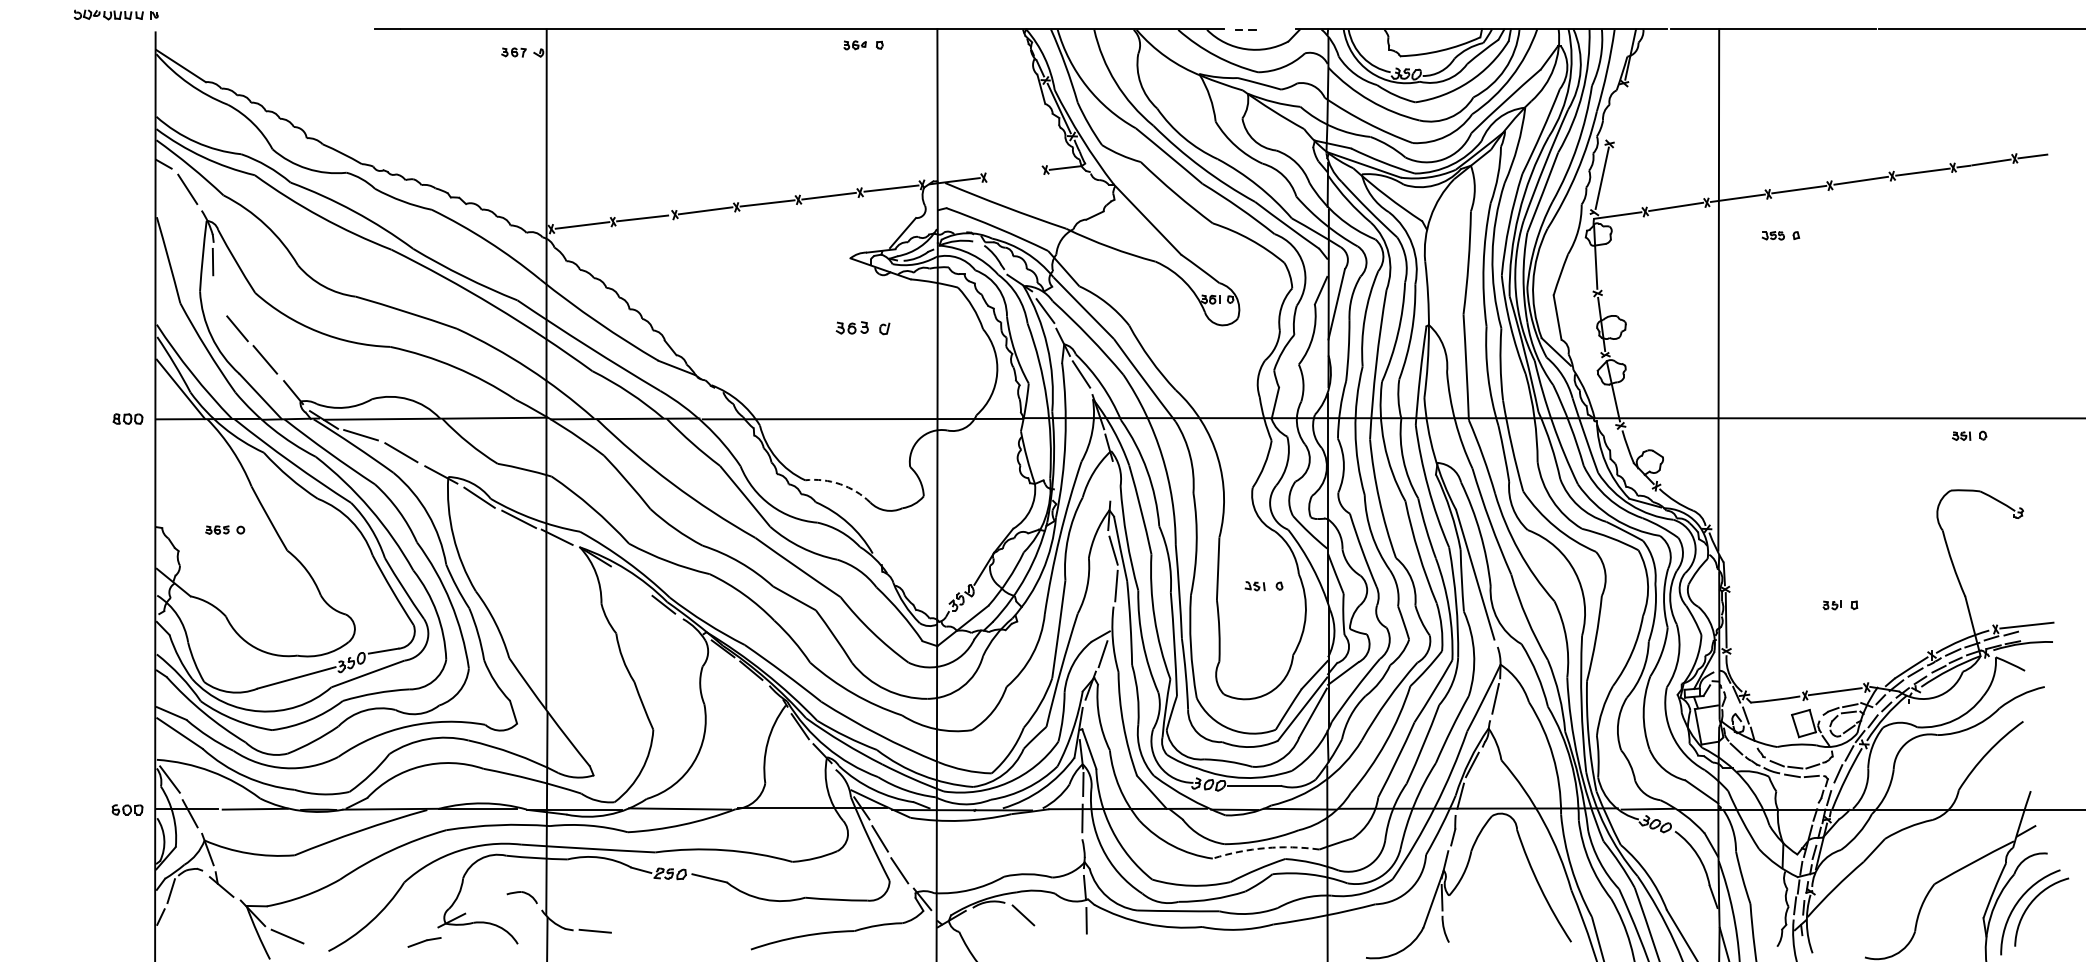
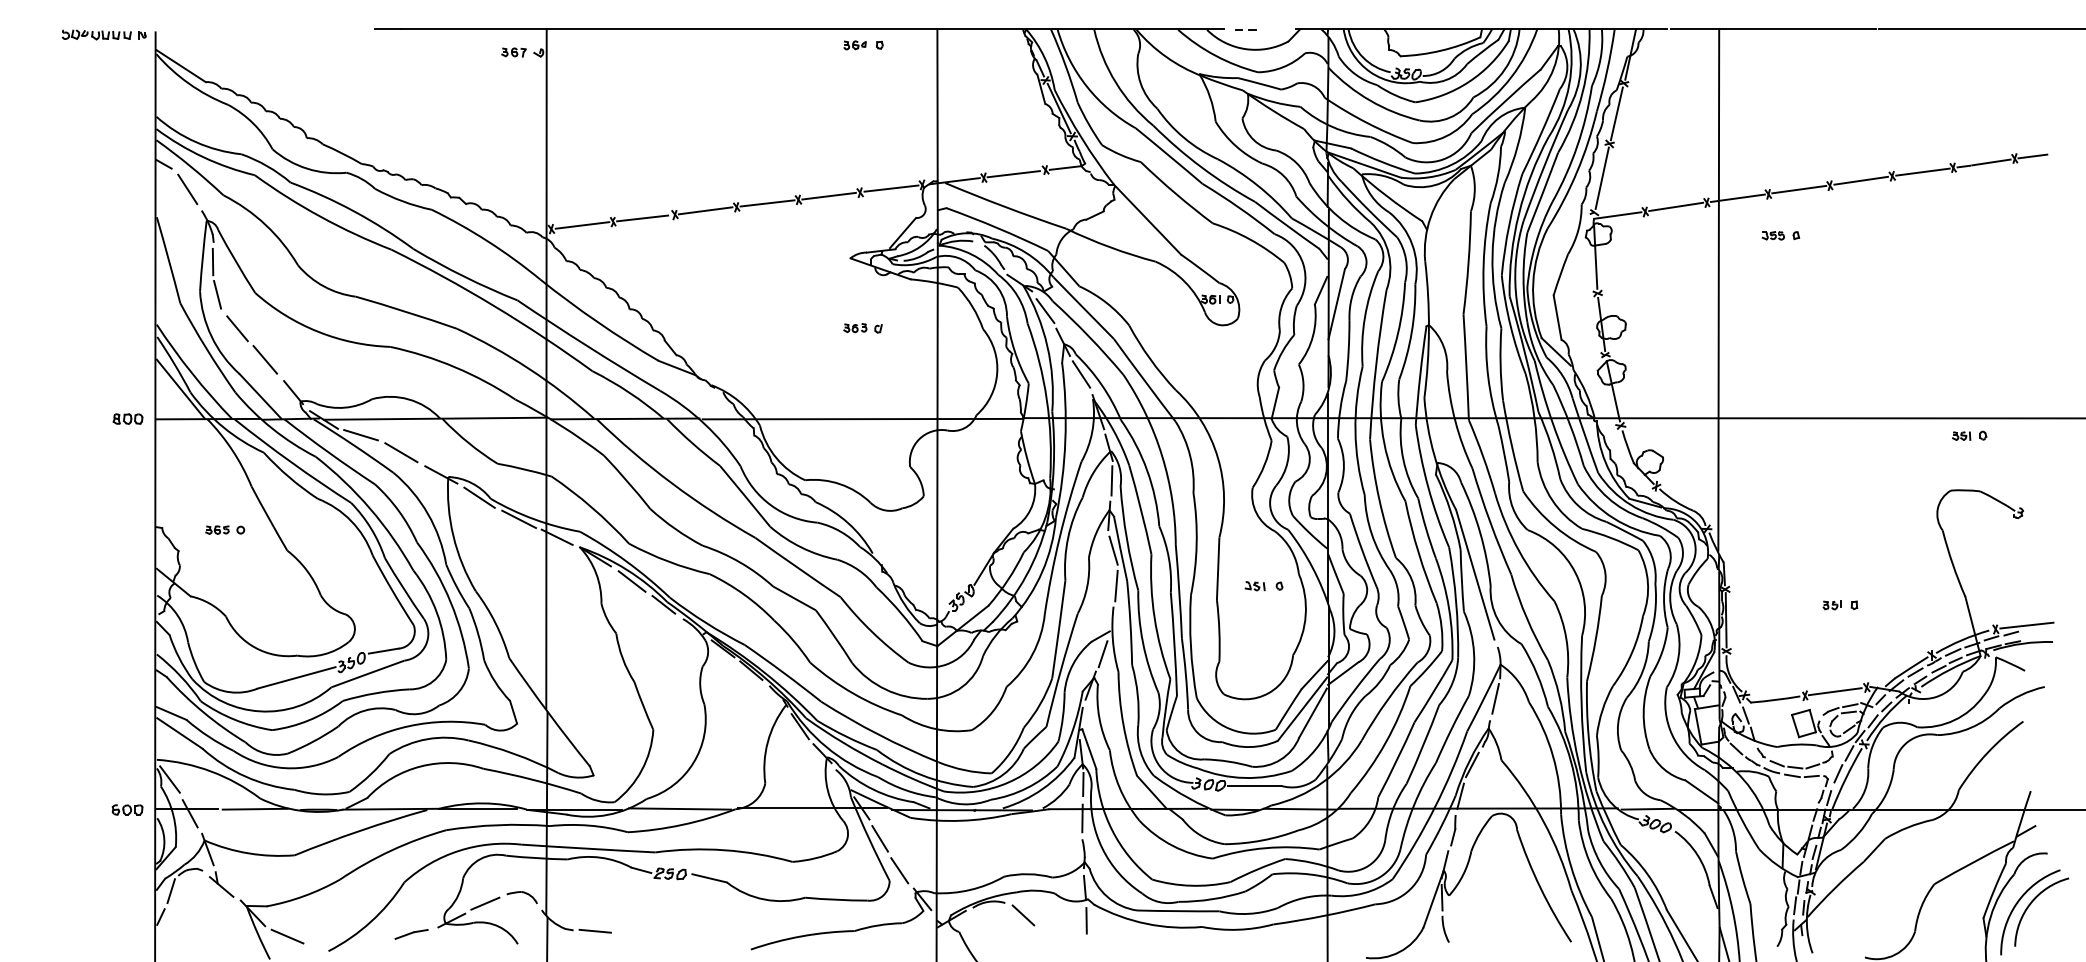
part at (115, 14) position: (115, 14) -> (103, 34)
line at (1616, 113): none -> present
line at (1013, 174): none -> present
line at (217, 294): none -> present
part at (862, 328) size: 56x15 px -> 40x11 px
line at (1111, 480): none -> present
arc at (840, 484): dashed -> solid
line at (631, 581): none -> present
arc at (1265, 848): dashed -> solid
line at (485, 903): none -> present
part at (424, 942) position: (424, 942) -> (411, 934)
